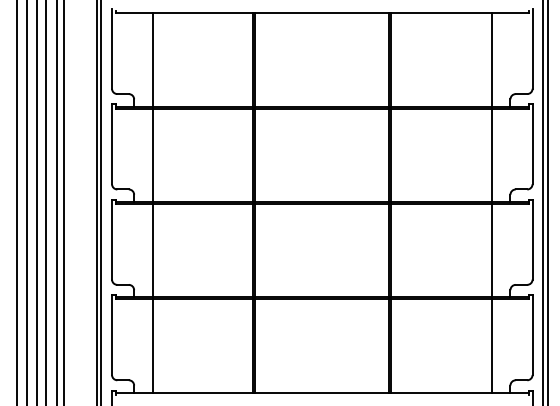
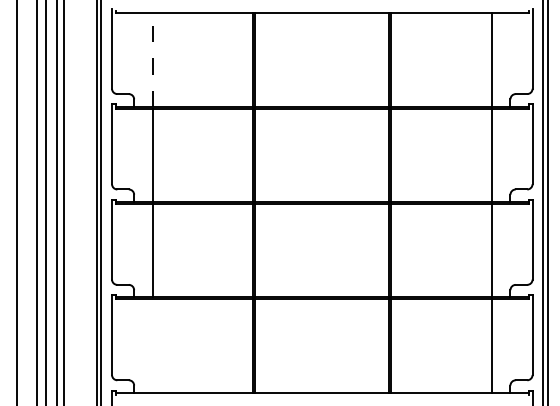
line at (152, 59): solid -> dashed
line at (27, 202): present -> none
line at (152, 345): present -> none
